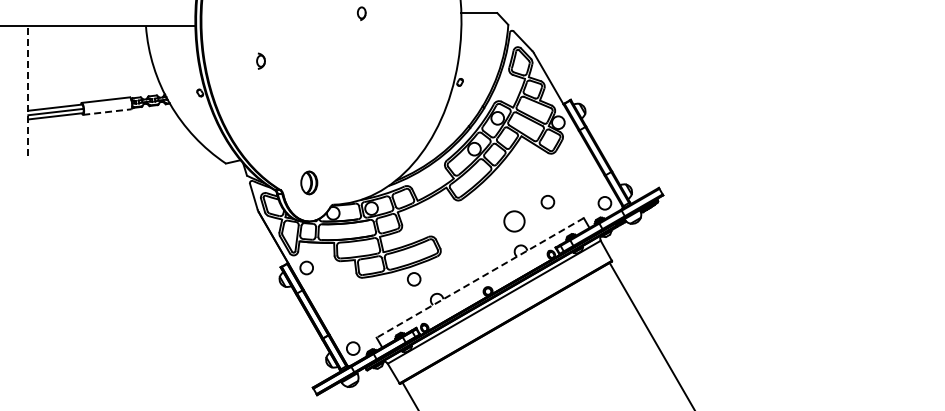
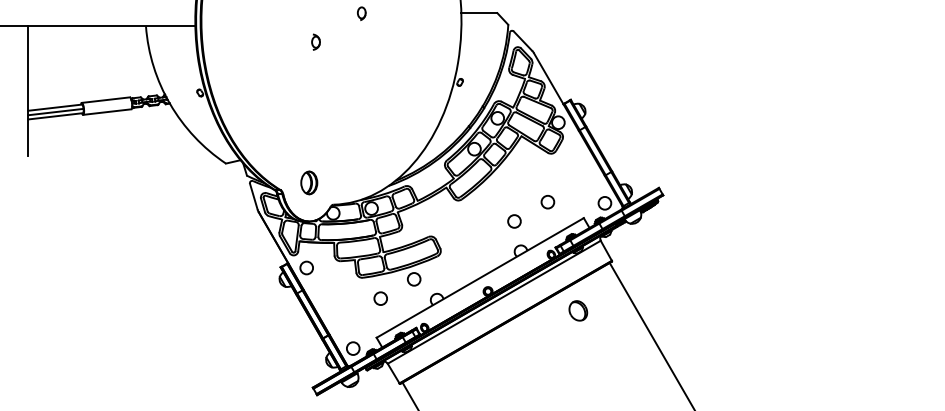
part at (260, 60) position: (260, 60) -> (315, 41)
line at (28, 91): dashed -> solid
line at (107, 112): dashed -> solid
circle at (514, 221) size: 23x23 px -> 15x15 px
line at (480, 277): dashed -> solid
circle at (380, 298): none -> present
part at (578, 310): none -> present
